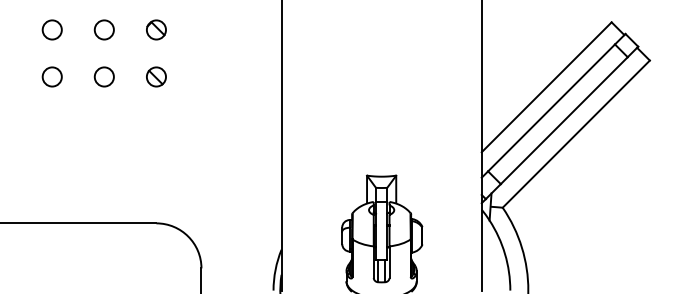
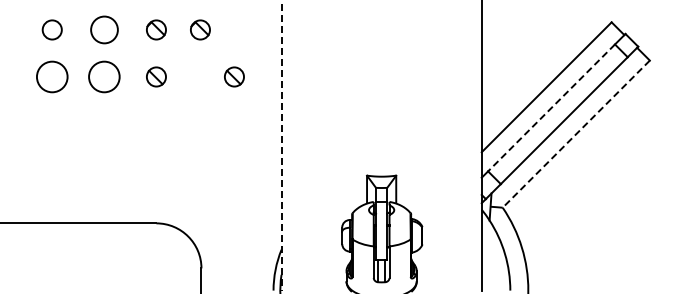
circle at (103, 29) size: 22x22 px -> 29x30 px
part at (200, 29): none -> present
circle at (51, 76) diameter: 19 px -> 31 px
circle at (103, 76) diameter: 19 px -> 31 px
part at (234, 76): none -> present
line at (551, 107): solid -> dashed
line at (575, 134): solid -> dashed
line at (281, 145): solid -> dashed
